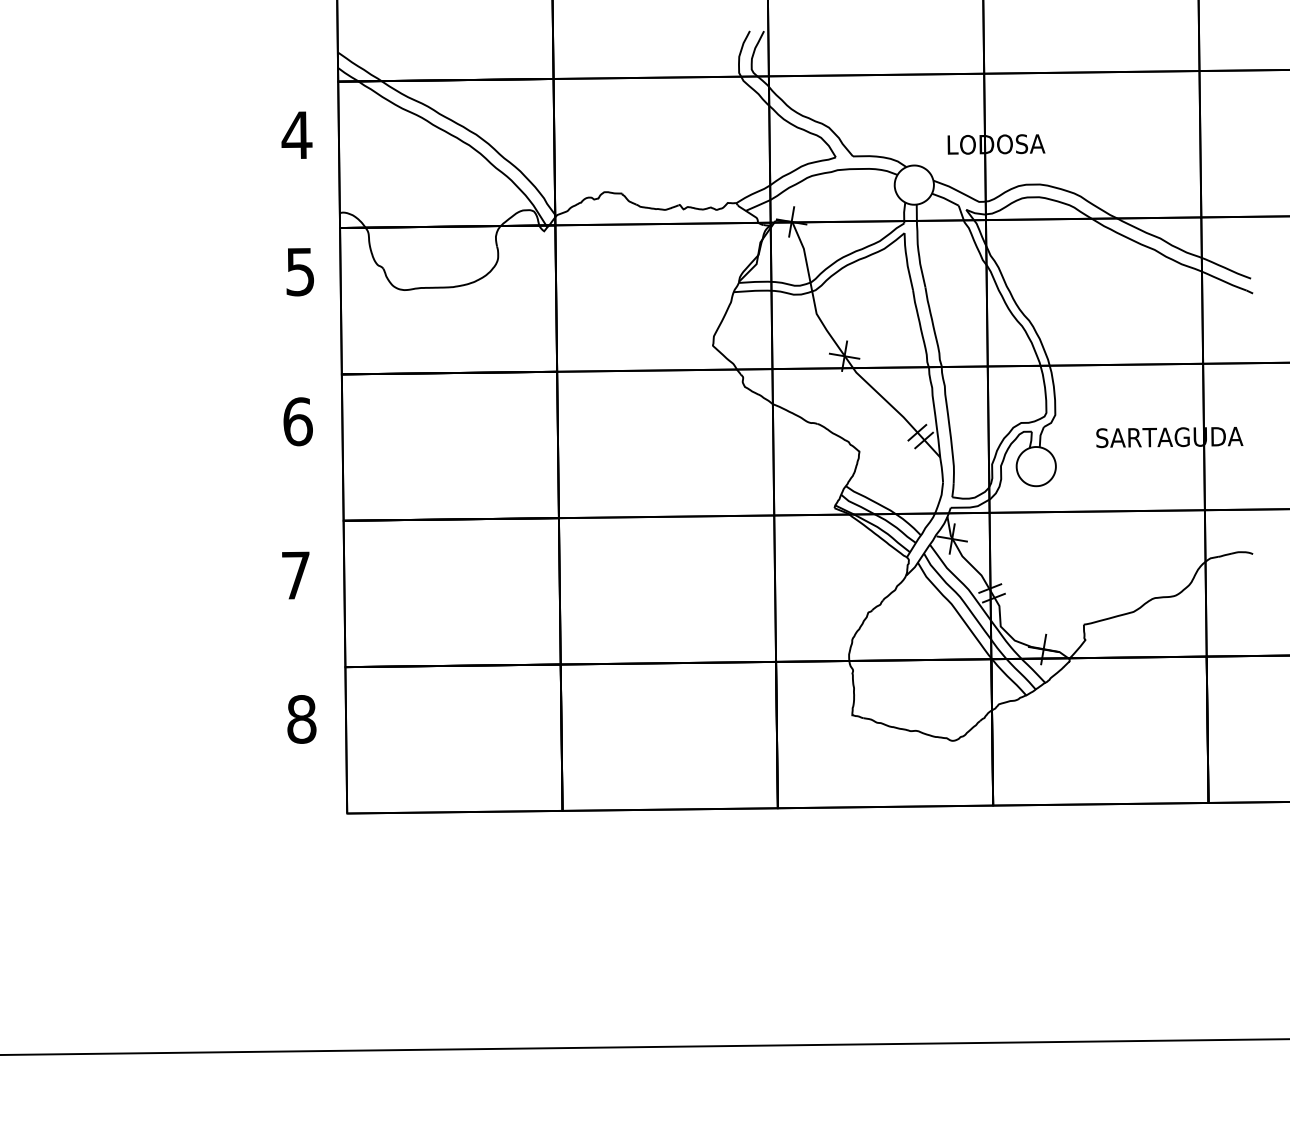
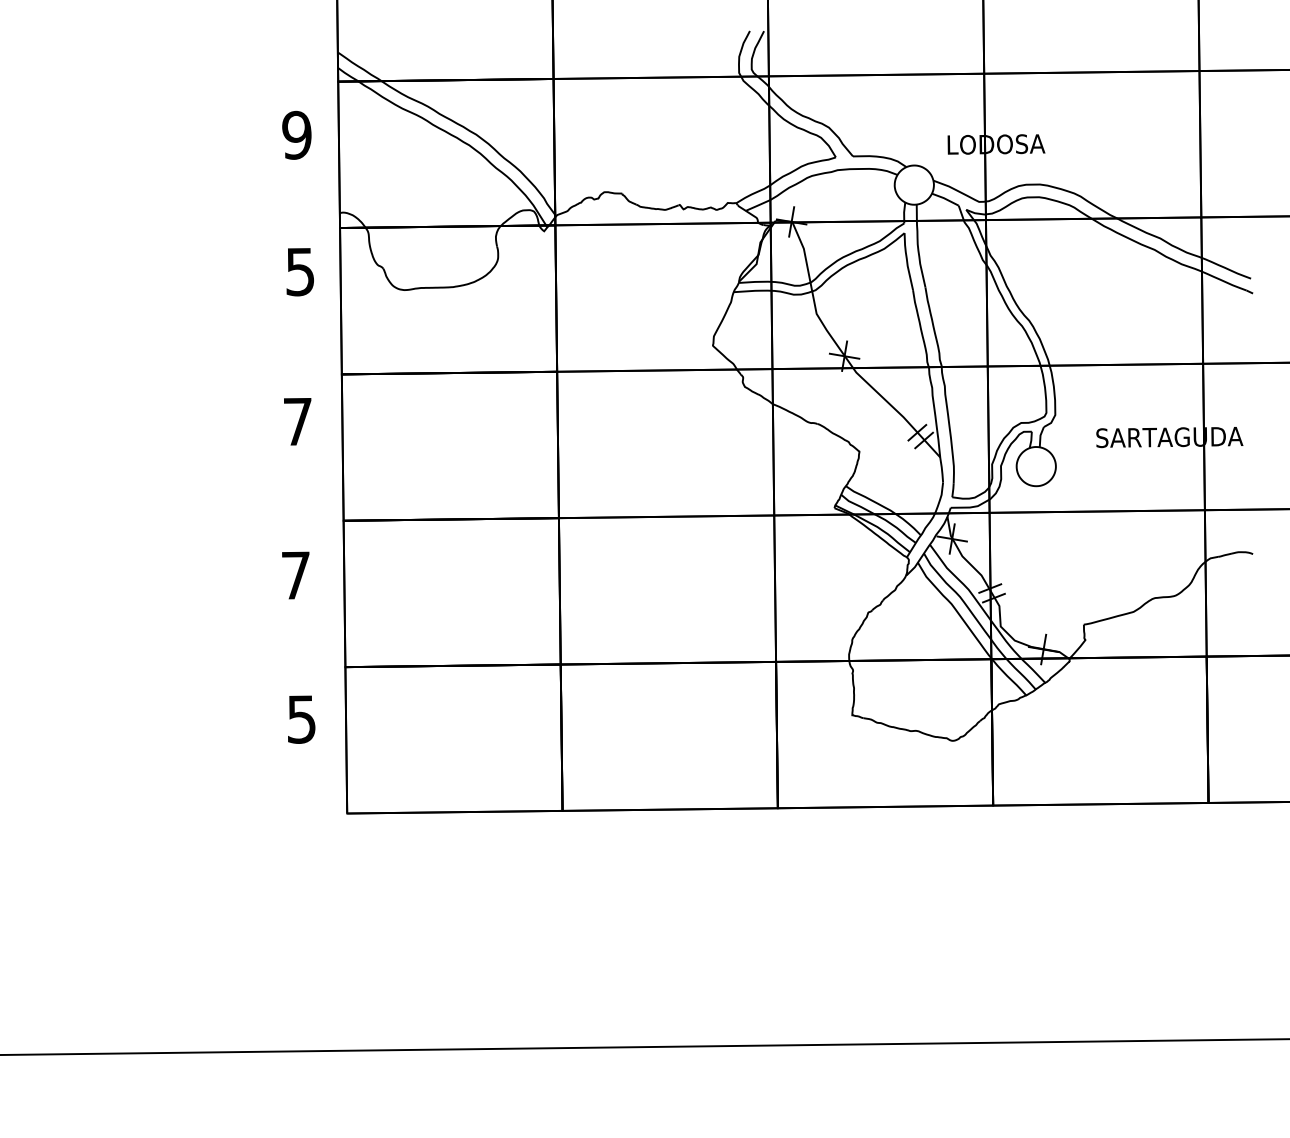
text at (296, 134): 4 -> 9
text at (297, 421): 6 -> 7
text at (301, 719): 8 -> 5
